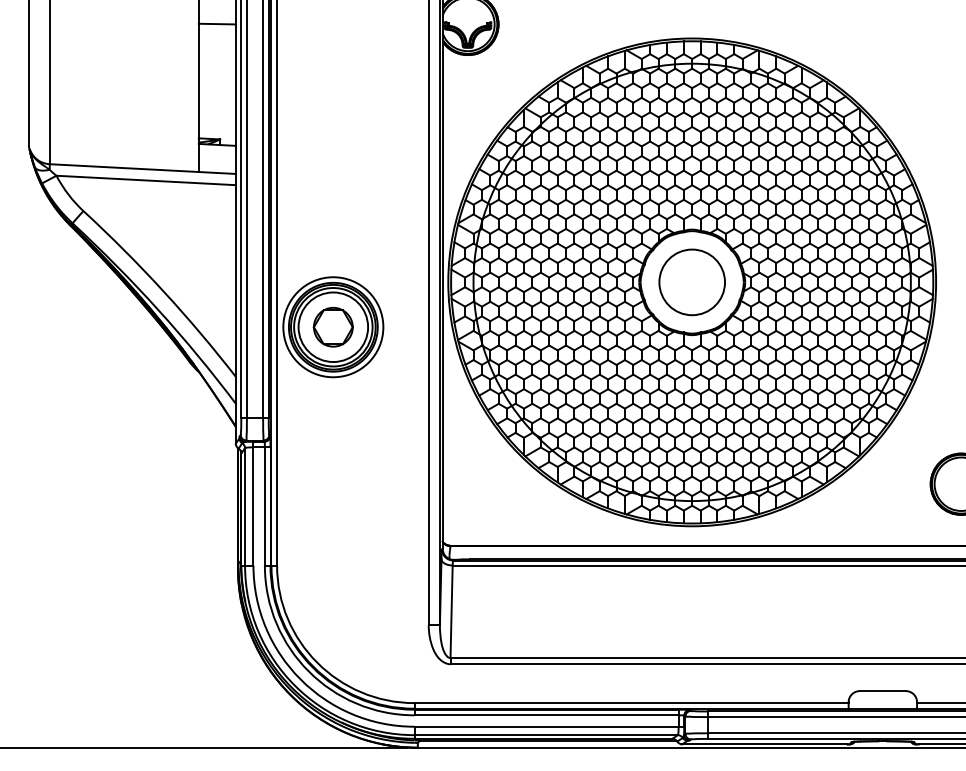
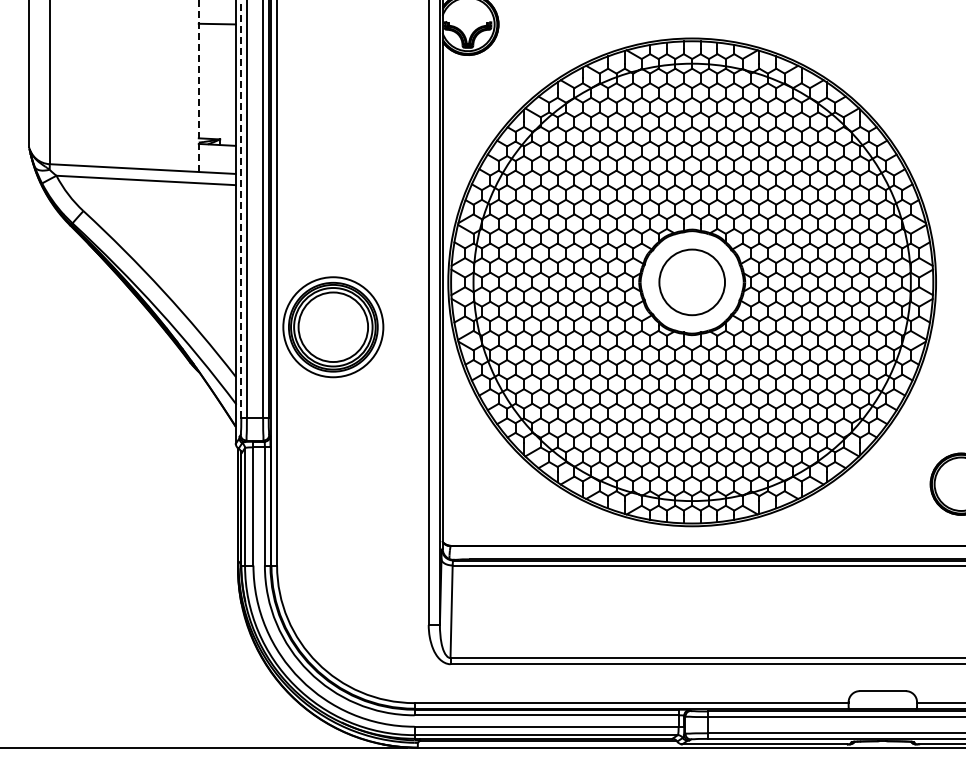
line at (198, 86): solid -> dashed
line at (241, 209): solid -> dashed
part at (332, 327): present -> none
